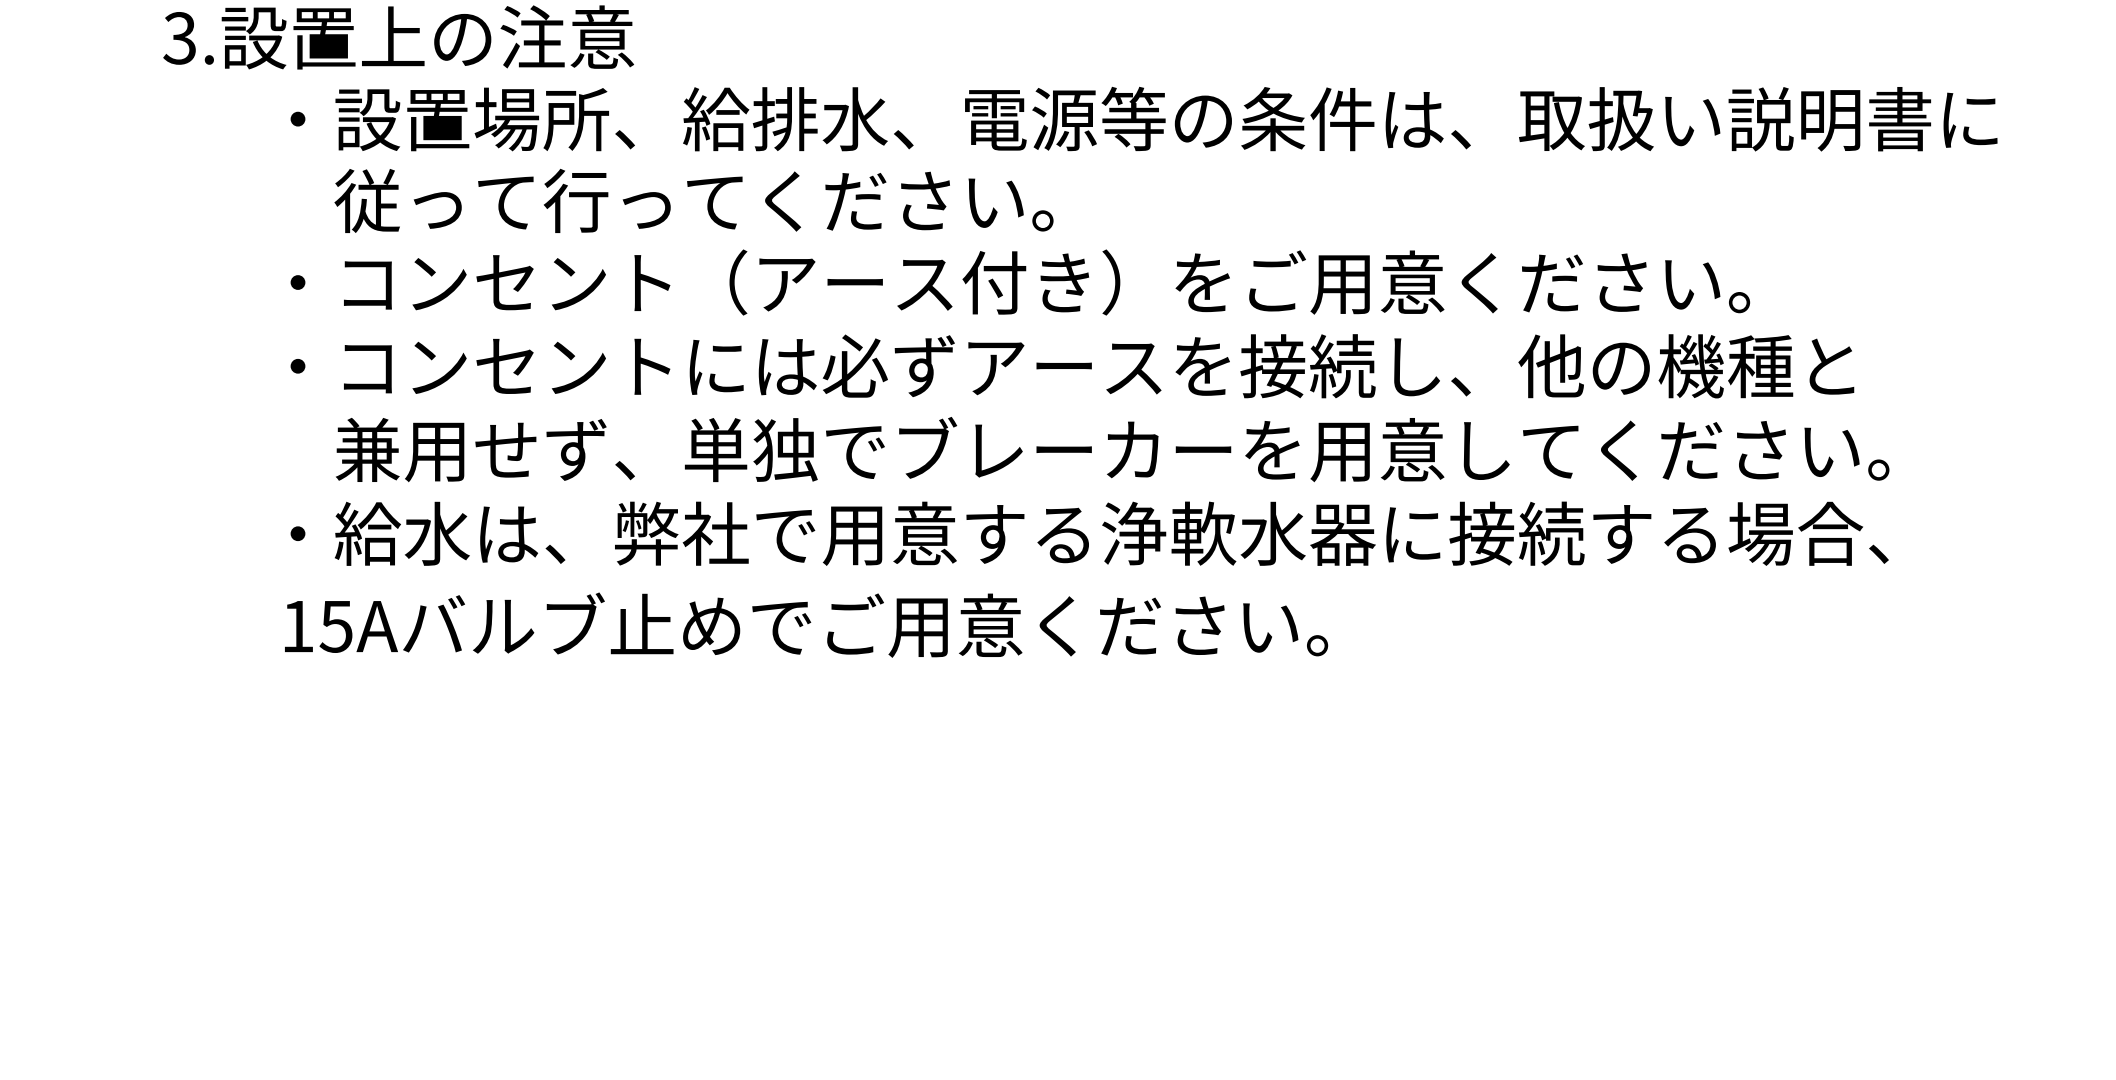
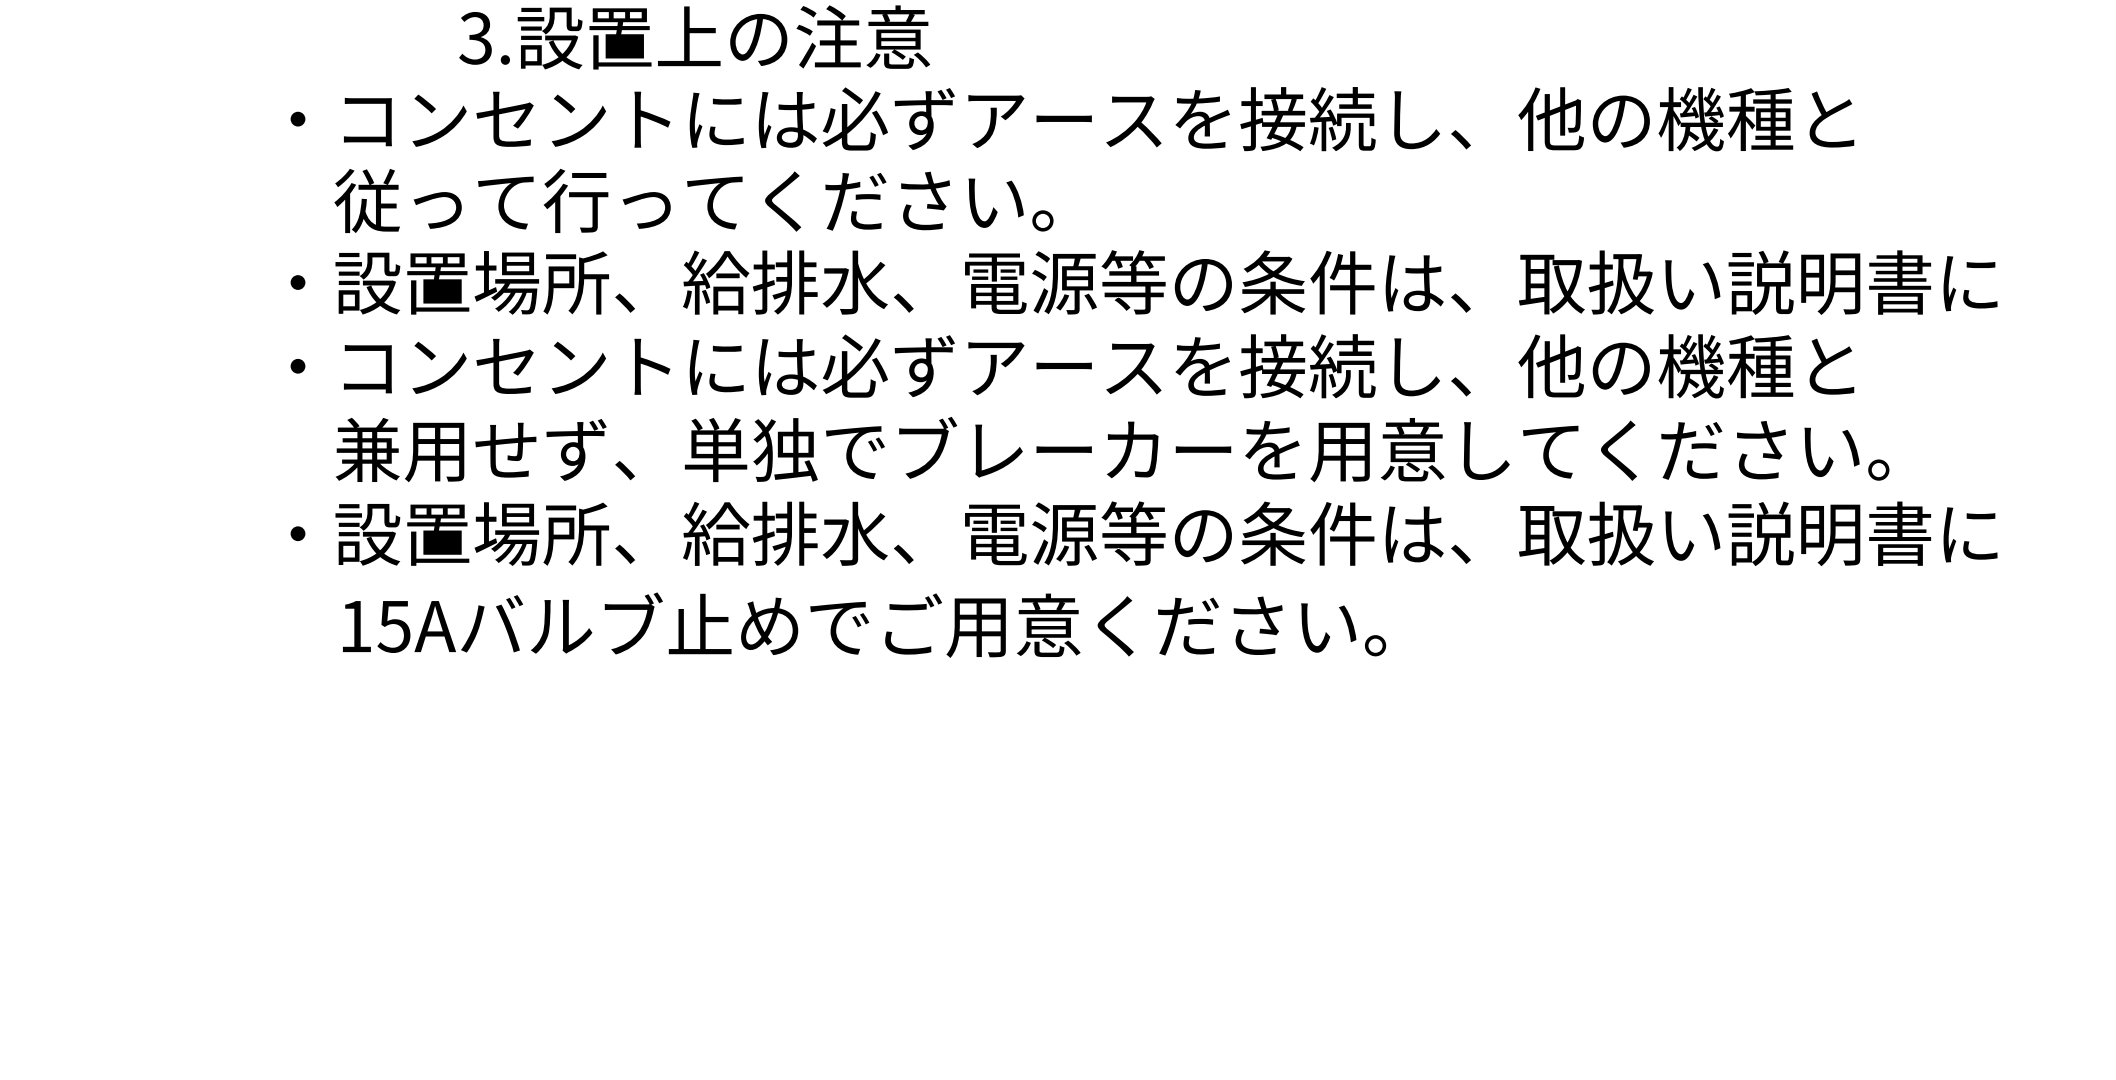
text at (398, 37) position: (398, 37) -> (694, 37)
text at (1166, 118): ・設置場所、給排水、電源等の条件は、取扱い説明書に -> ・コンセントには必ずアースを接続し、他の機種と
text at (1166, 282): ・コンセント（アース付き）をご用意ください。 -> ・設置場所、給排水、電源等の条件は、取扱い説明書に
text at (1165, 533): ・給水は、弊社で用意する浄軟水器に接続する場合、 -> ・設置場所、給排水、電源等の条件は、取扱い説明書に
text at (806, 624) position: (806, 624) -> (864, 624)
